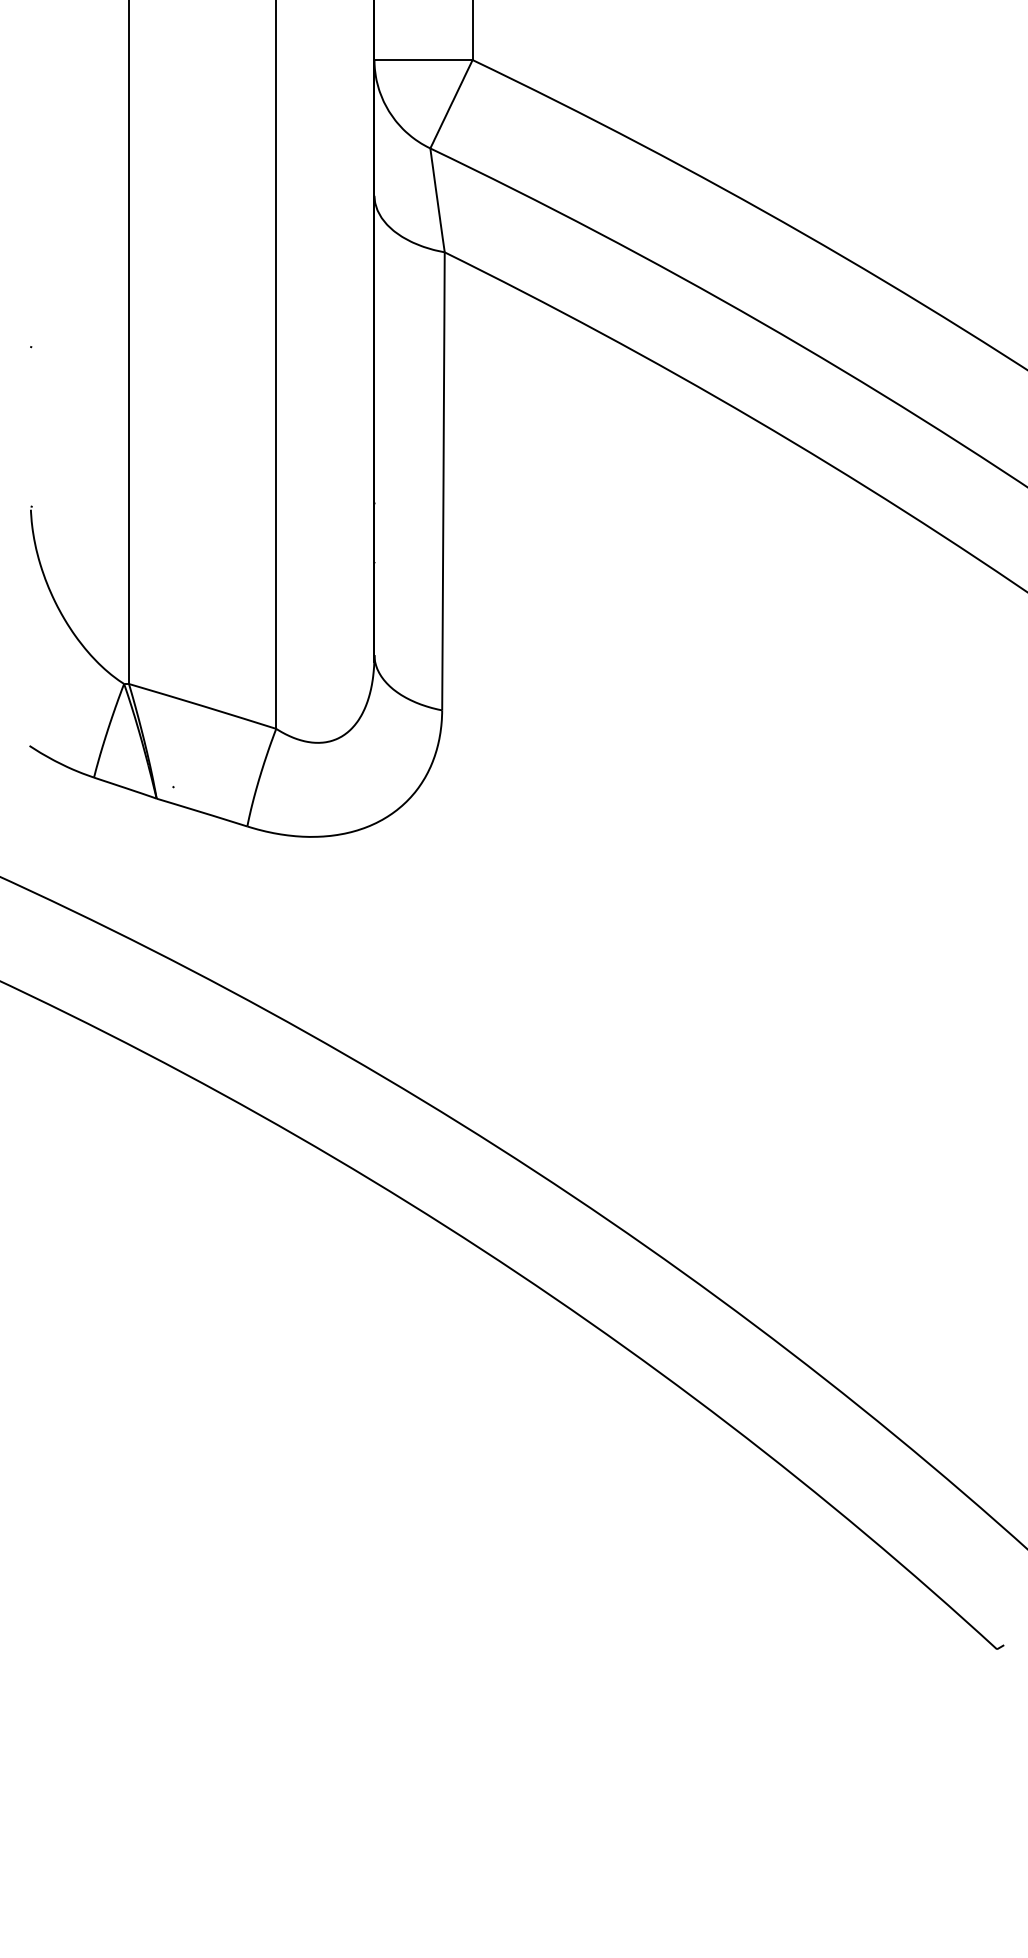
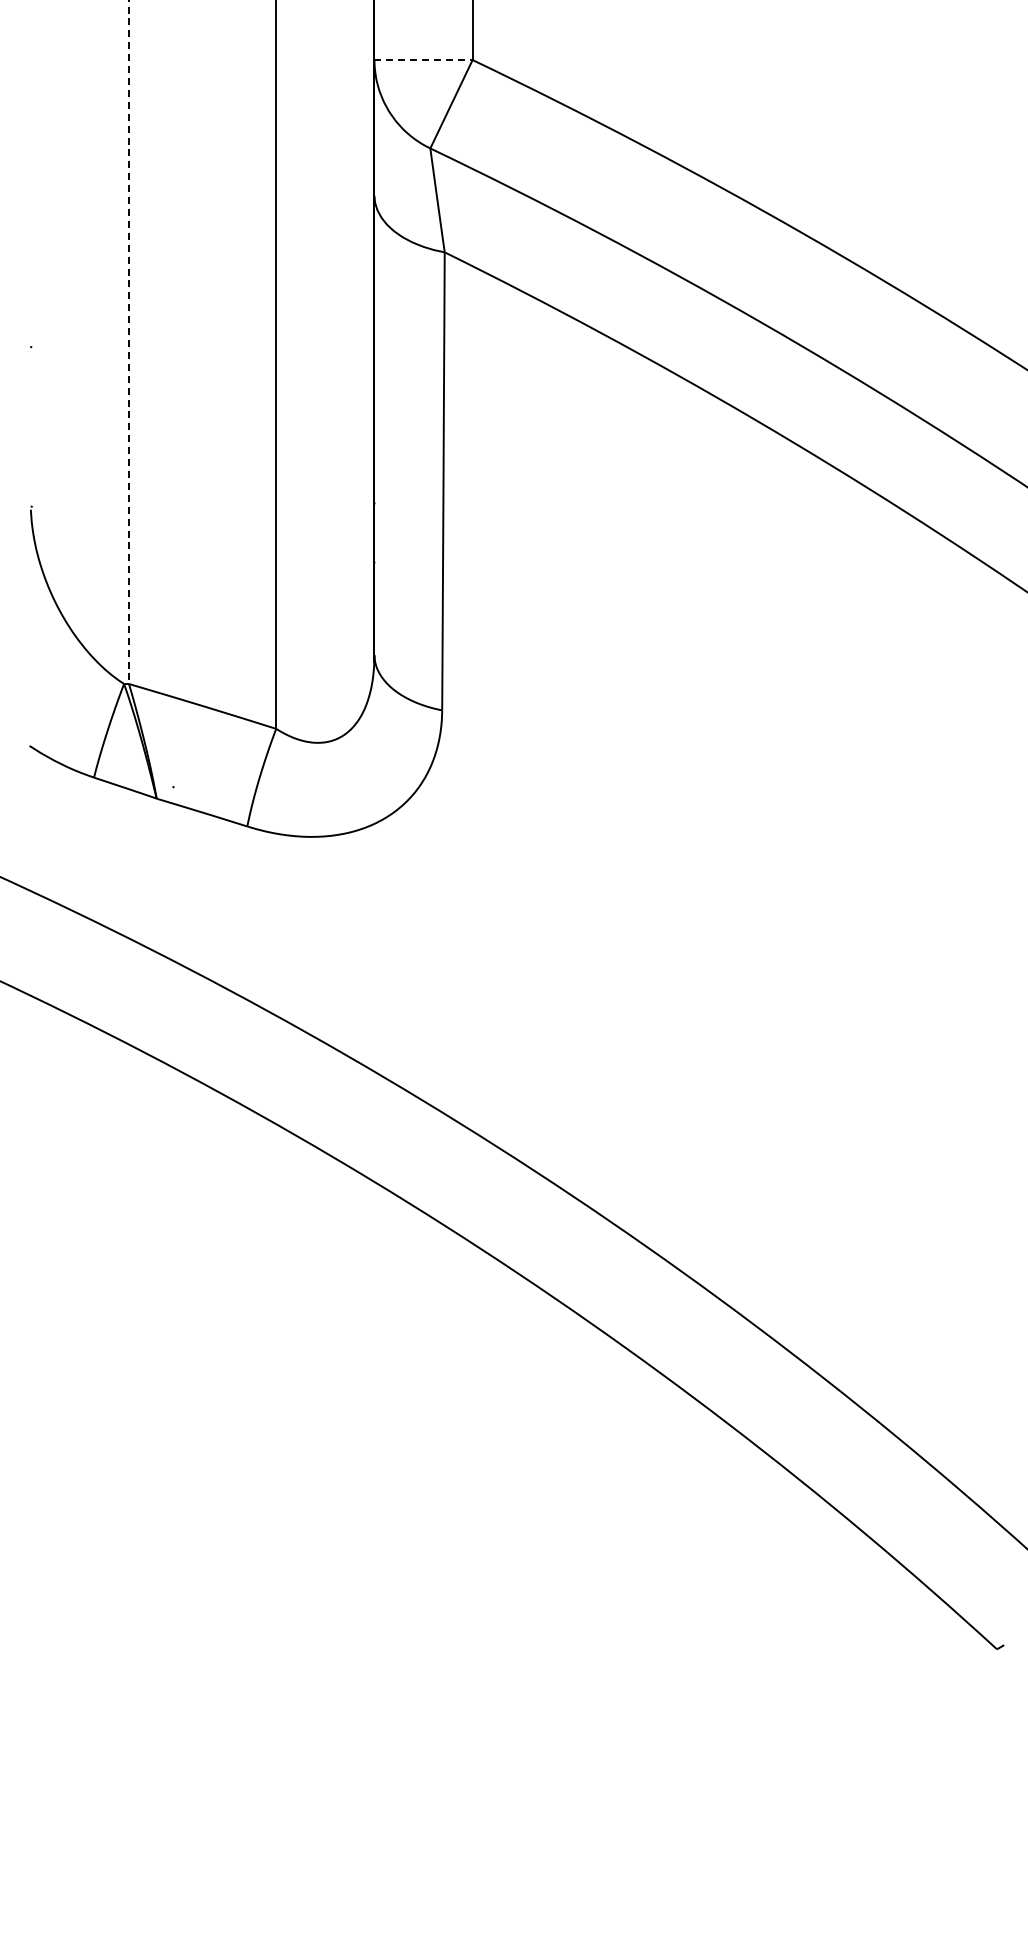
line at (424, 60): solid -> dashed
line at (129, 342): solid -> dashed
